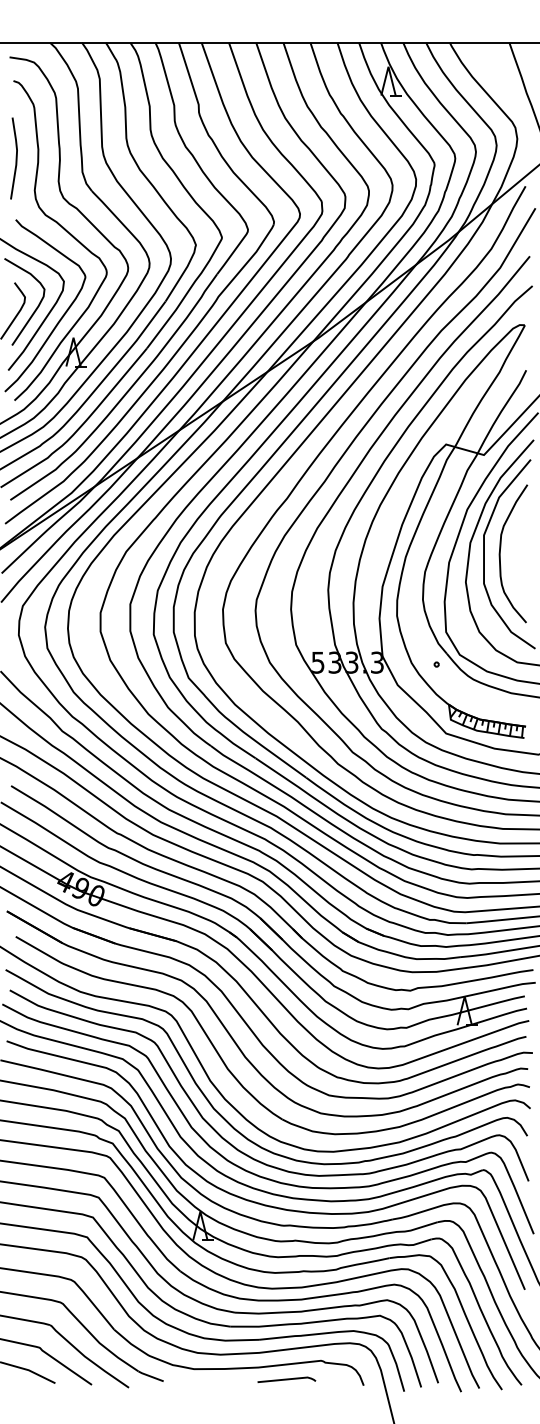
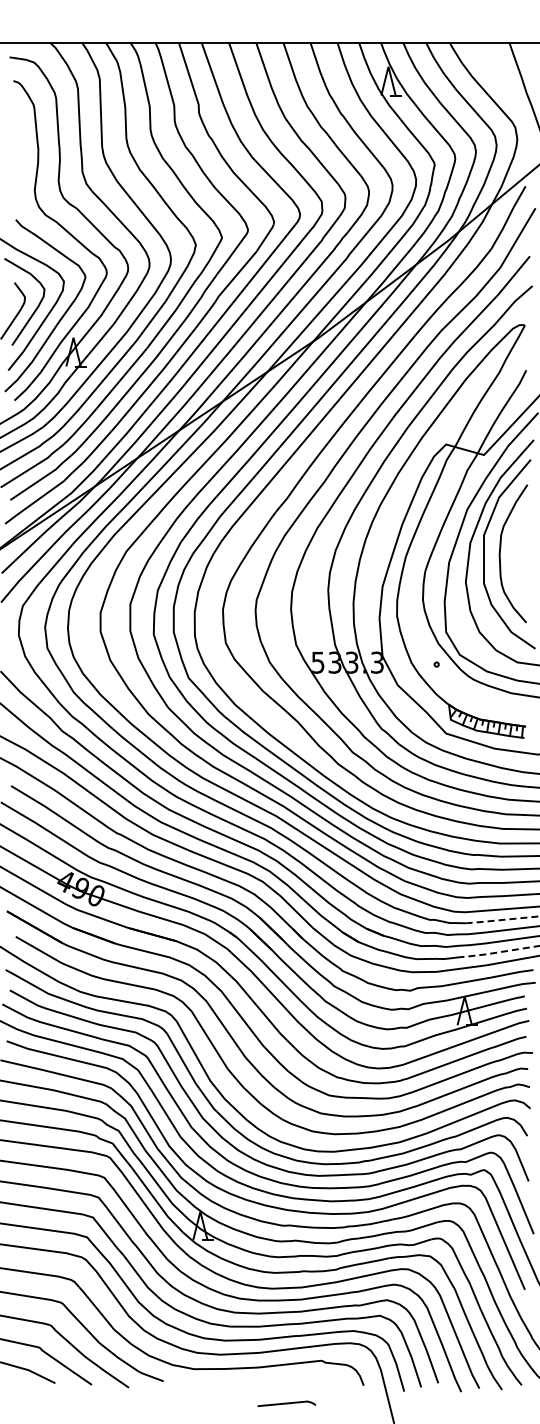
line at (15, 158): present -> none
line at (502, 920): solid -> dashed
line at (498, 952): solid -> dashed
line at (286, 1379) position: (286, 1379) -> (286, 1403)
